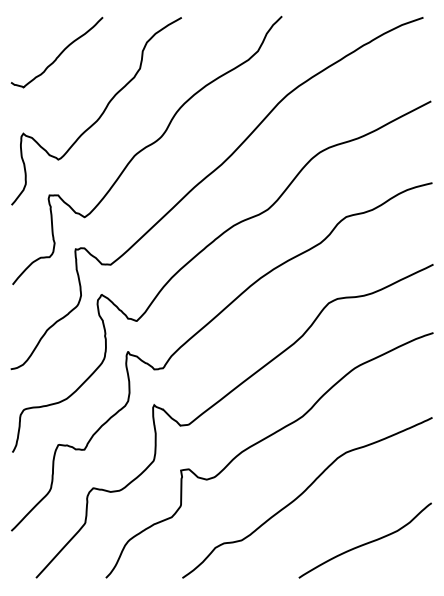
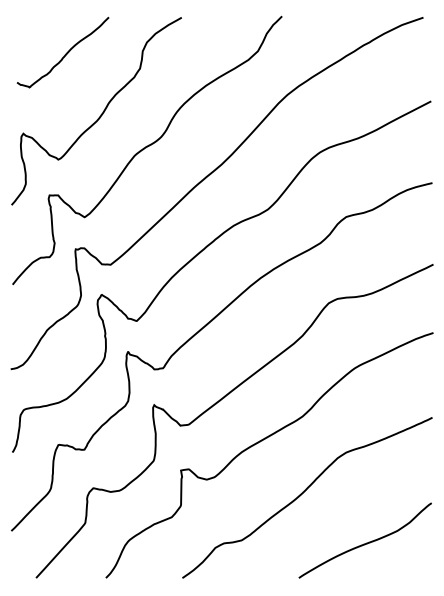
curve at (58, 54) position: (58, 54) -> (64, 54)
